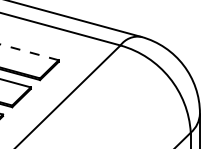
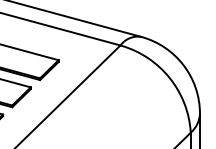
line at (29, 52): dashed -> solid
